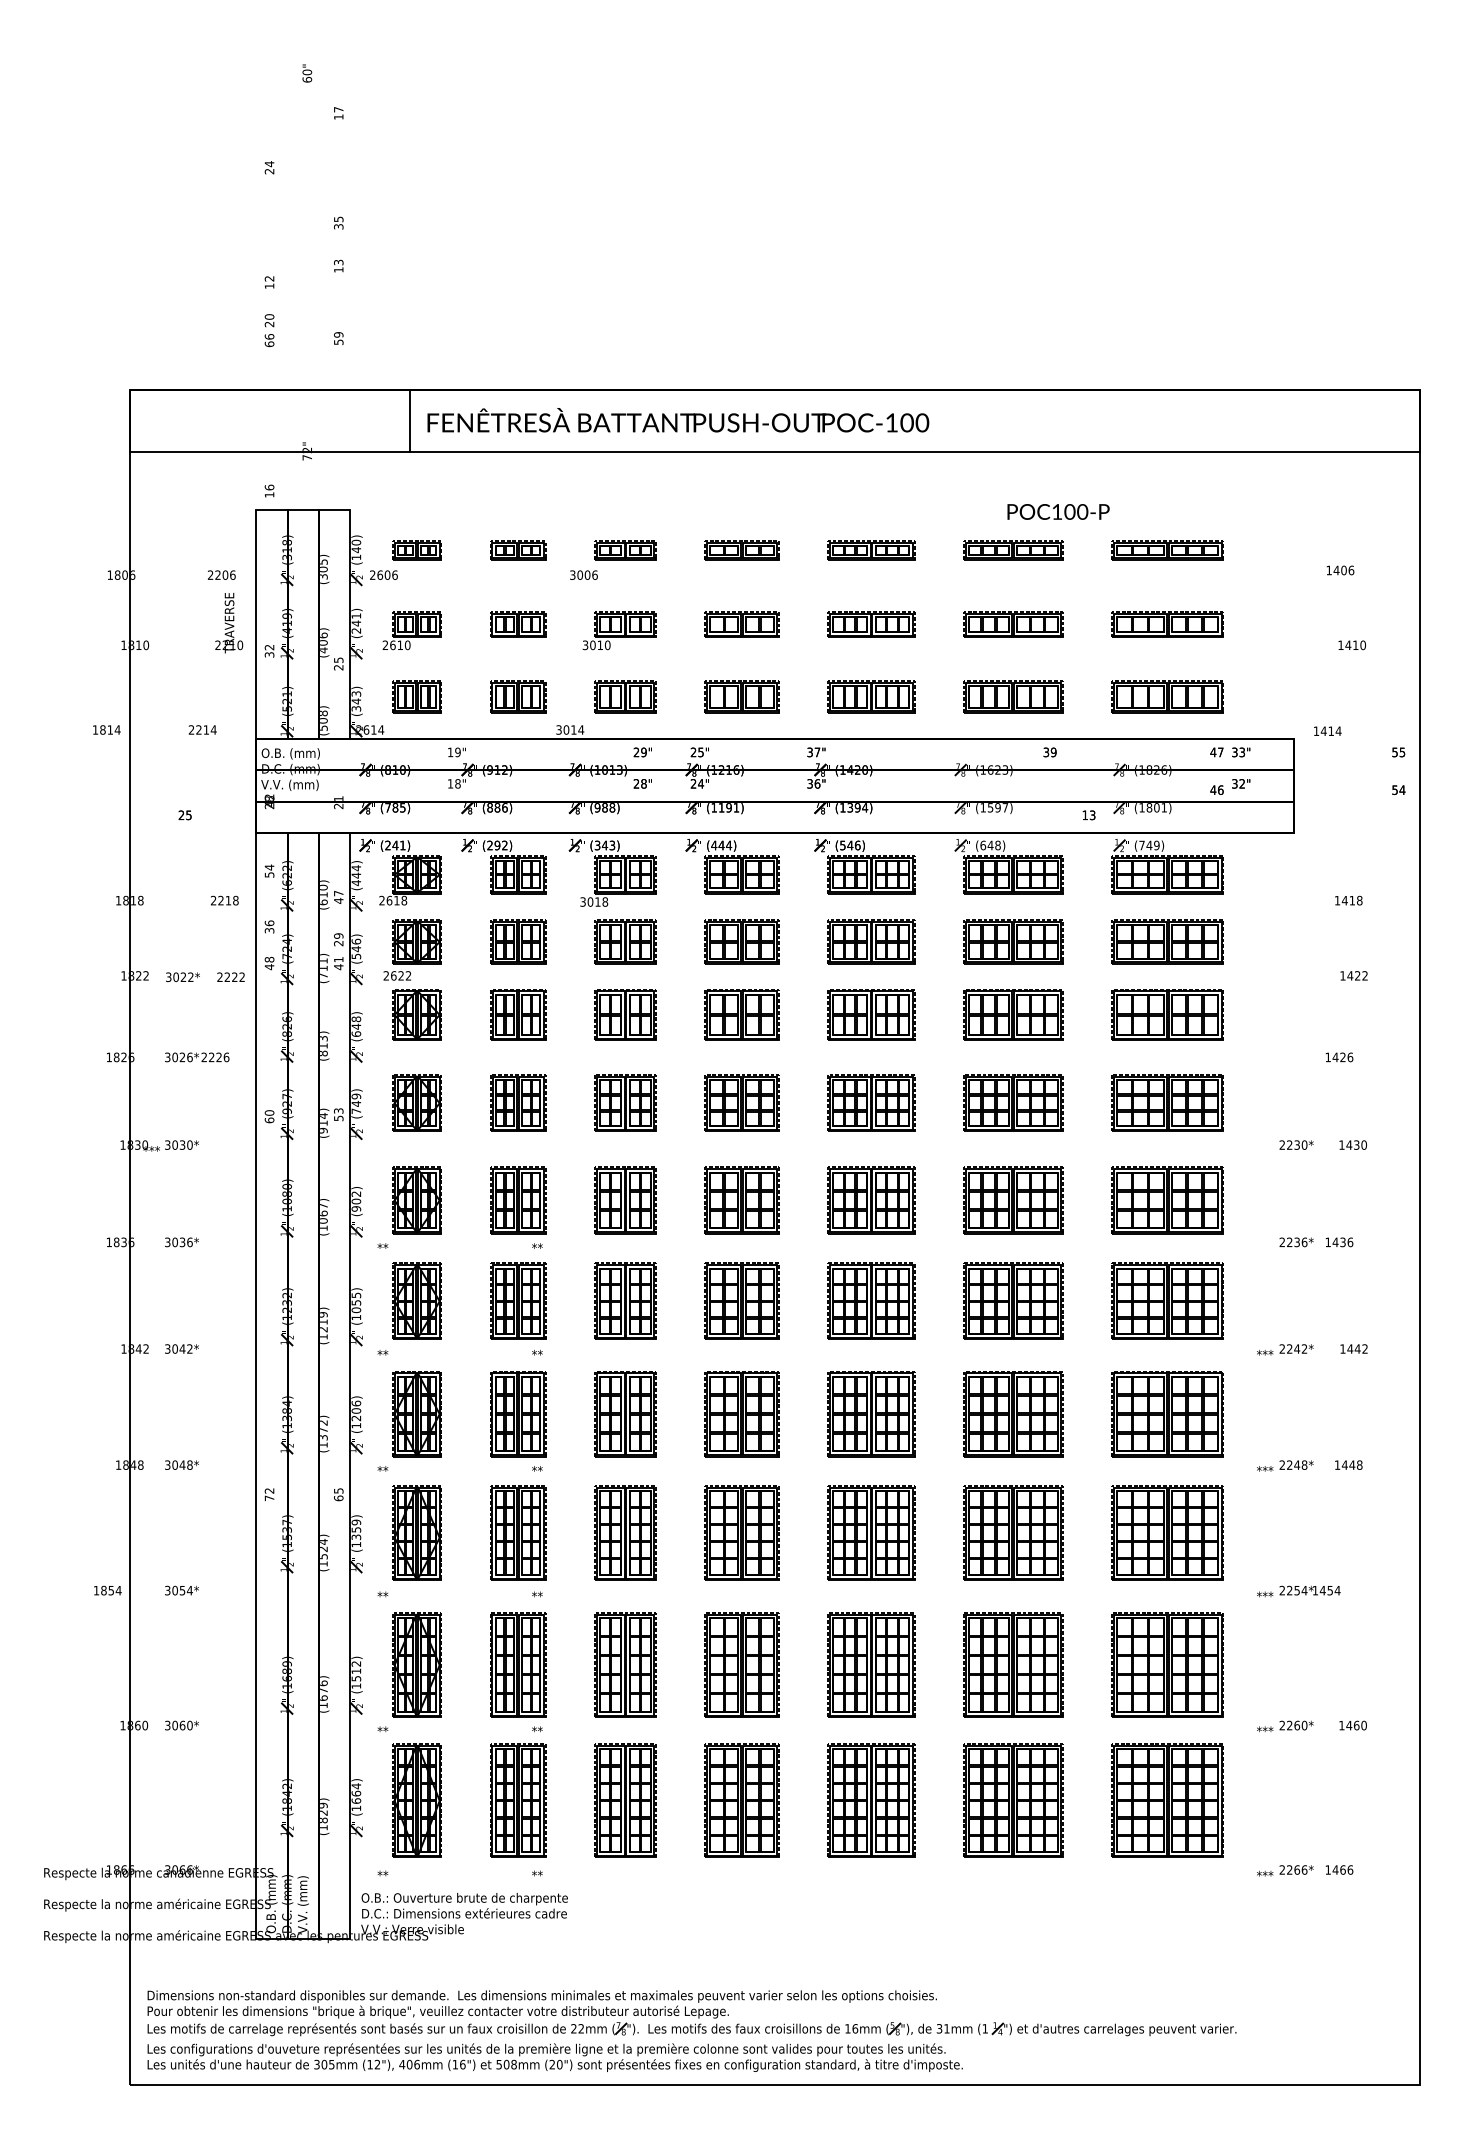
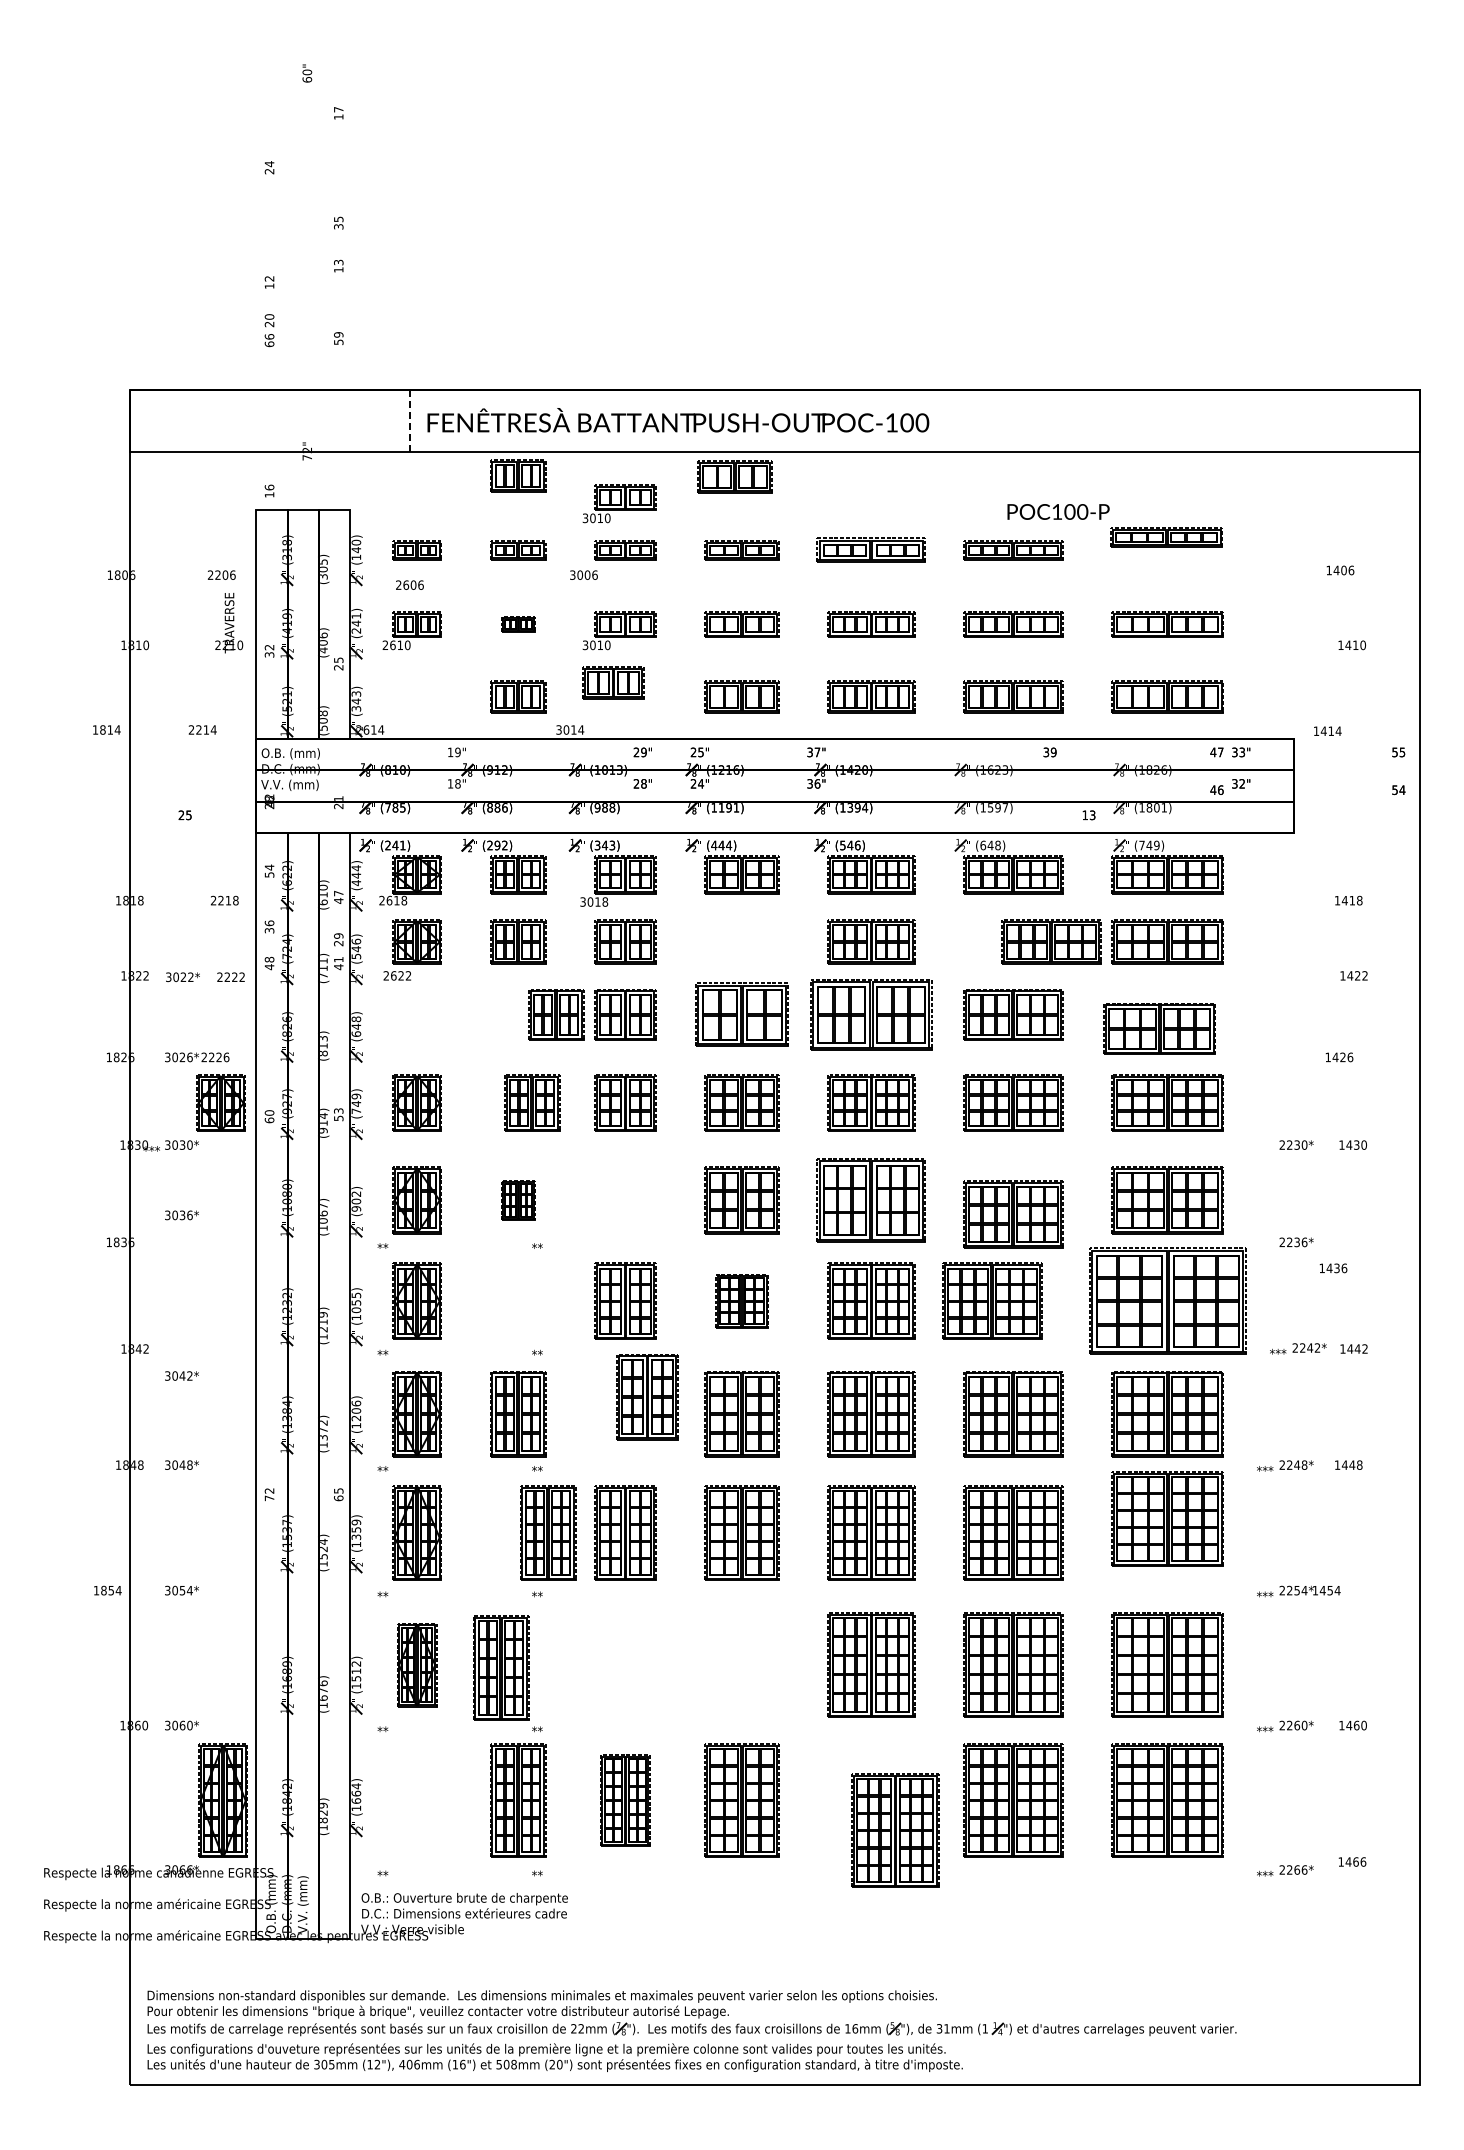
line at (410, 420): solid -> dashed
part at (518, 475): none -> present
part at (734, 476): none -> present
part at (619, 503): none -> present
part at (871, 550) size: 89x21 px -> 110x26 px
part at (1167, 550) position: (1167, 550) -> (1166, 537)
text at (383, 574) position: (383, 574) -> (409, 584)
part at (518, 624) size: 57x27 px -> 35x17 px
part at (416, 696): present -> none
part at (625, 696) position: (625, 696) -> (613, 682)
part at (741, 941): present -> none
part at (1013, 941) position: (1013, 941) -> (1051, 941)
part at (416, 1014): present -> none
part at (518, 1014) position: (518, 1014) -> (556, 1014)
part at (741, 1014) size: 76x52 px -> 94x65 px
part at (871, 1014) size: 89x52 px -> 123x72 px
part at (1167, 1014) position: (1167, 1014) -> (1159, 1028)
part at (220, 1102): none -> present
part at (518, 1102) position: (518, 1102) -> (532, 1102)
part at (518, 1200) size: 57x69 px -> 35x41 px
part at (625, 1200): present -> none
part at (871, 1200) size: 89x69 px -> 110x85 px
part at (1013, 1200) position: (1013, 1200) -> (1013, 1214)
text at (181, 1242) position: (181, 1242) -> (181, 1215)
text at (1339, 1242) position: (1339, 1242) -> (1333, 1268)
part at (518, 1300): present -> none
part at (741, 1300) size: 76x78 px -> 54x55 px
part at (1013, 1300) position: (1013, 1300) -> (992, 1300)
part at (1167, 1300) size: 113x78 px -> 158x108 px
text at (181, 1348) position: (181, 1348) -> (181, 1375)
text at (1285, 1349) position: (1285, 1349) -> (1298, 1348)
part at (625, 1414) position: (625, 1414) -> (647, 1397)
part at (518, 1532) position: (518, 1532) -> (548, 1532)
part at (1167, 1532) position: (1167, 1532) -> (1167, 1518)
part at (416, 1664) size: 50x106 px -> 41x85 px
part at (518, 1664) position: (518, 1664) -> (501, 1667)
part at (625, 1664): present -> none
part at (741, 1664): present -> none
part at (416, 1800) position: (416, 1800) -> (222, 1800)
part at (625, 1800) size: 63x115 px -> 51x93 px
part at (871, 1800) position: (871, 1800) -> (895, 1830)
text at (1339, 1869) position: (1339, 1869) -> (1352, 1861)
